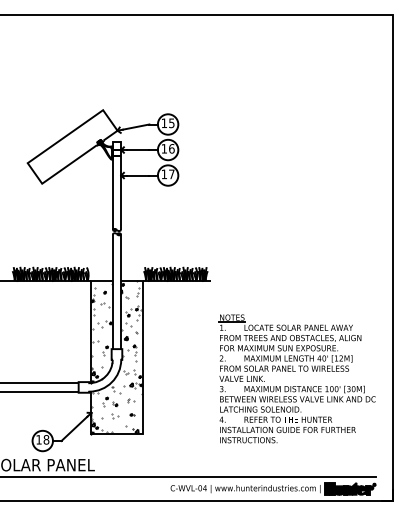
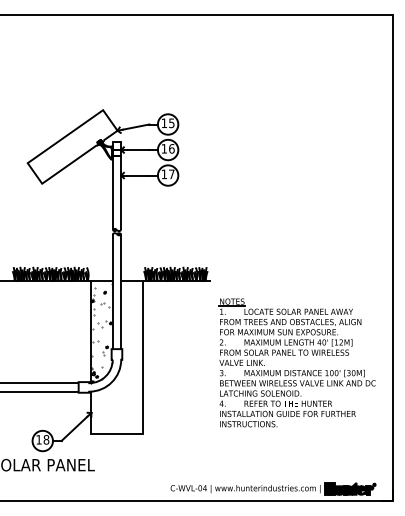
hatch at (116, 357): present -> none
part at (295, 371) position: (295, 371) -> (295, 355)
line at (189, 477): present -> none
